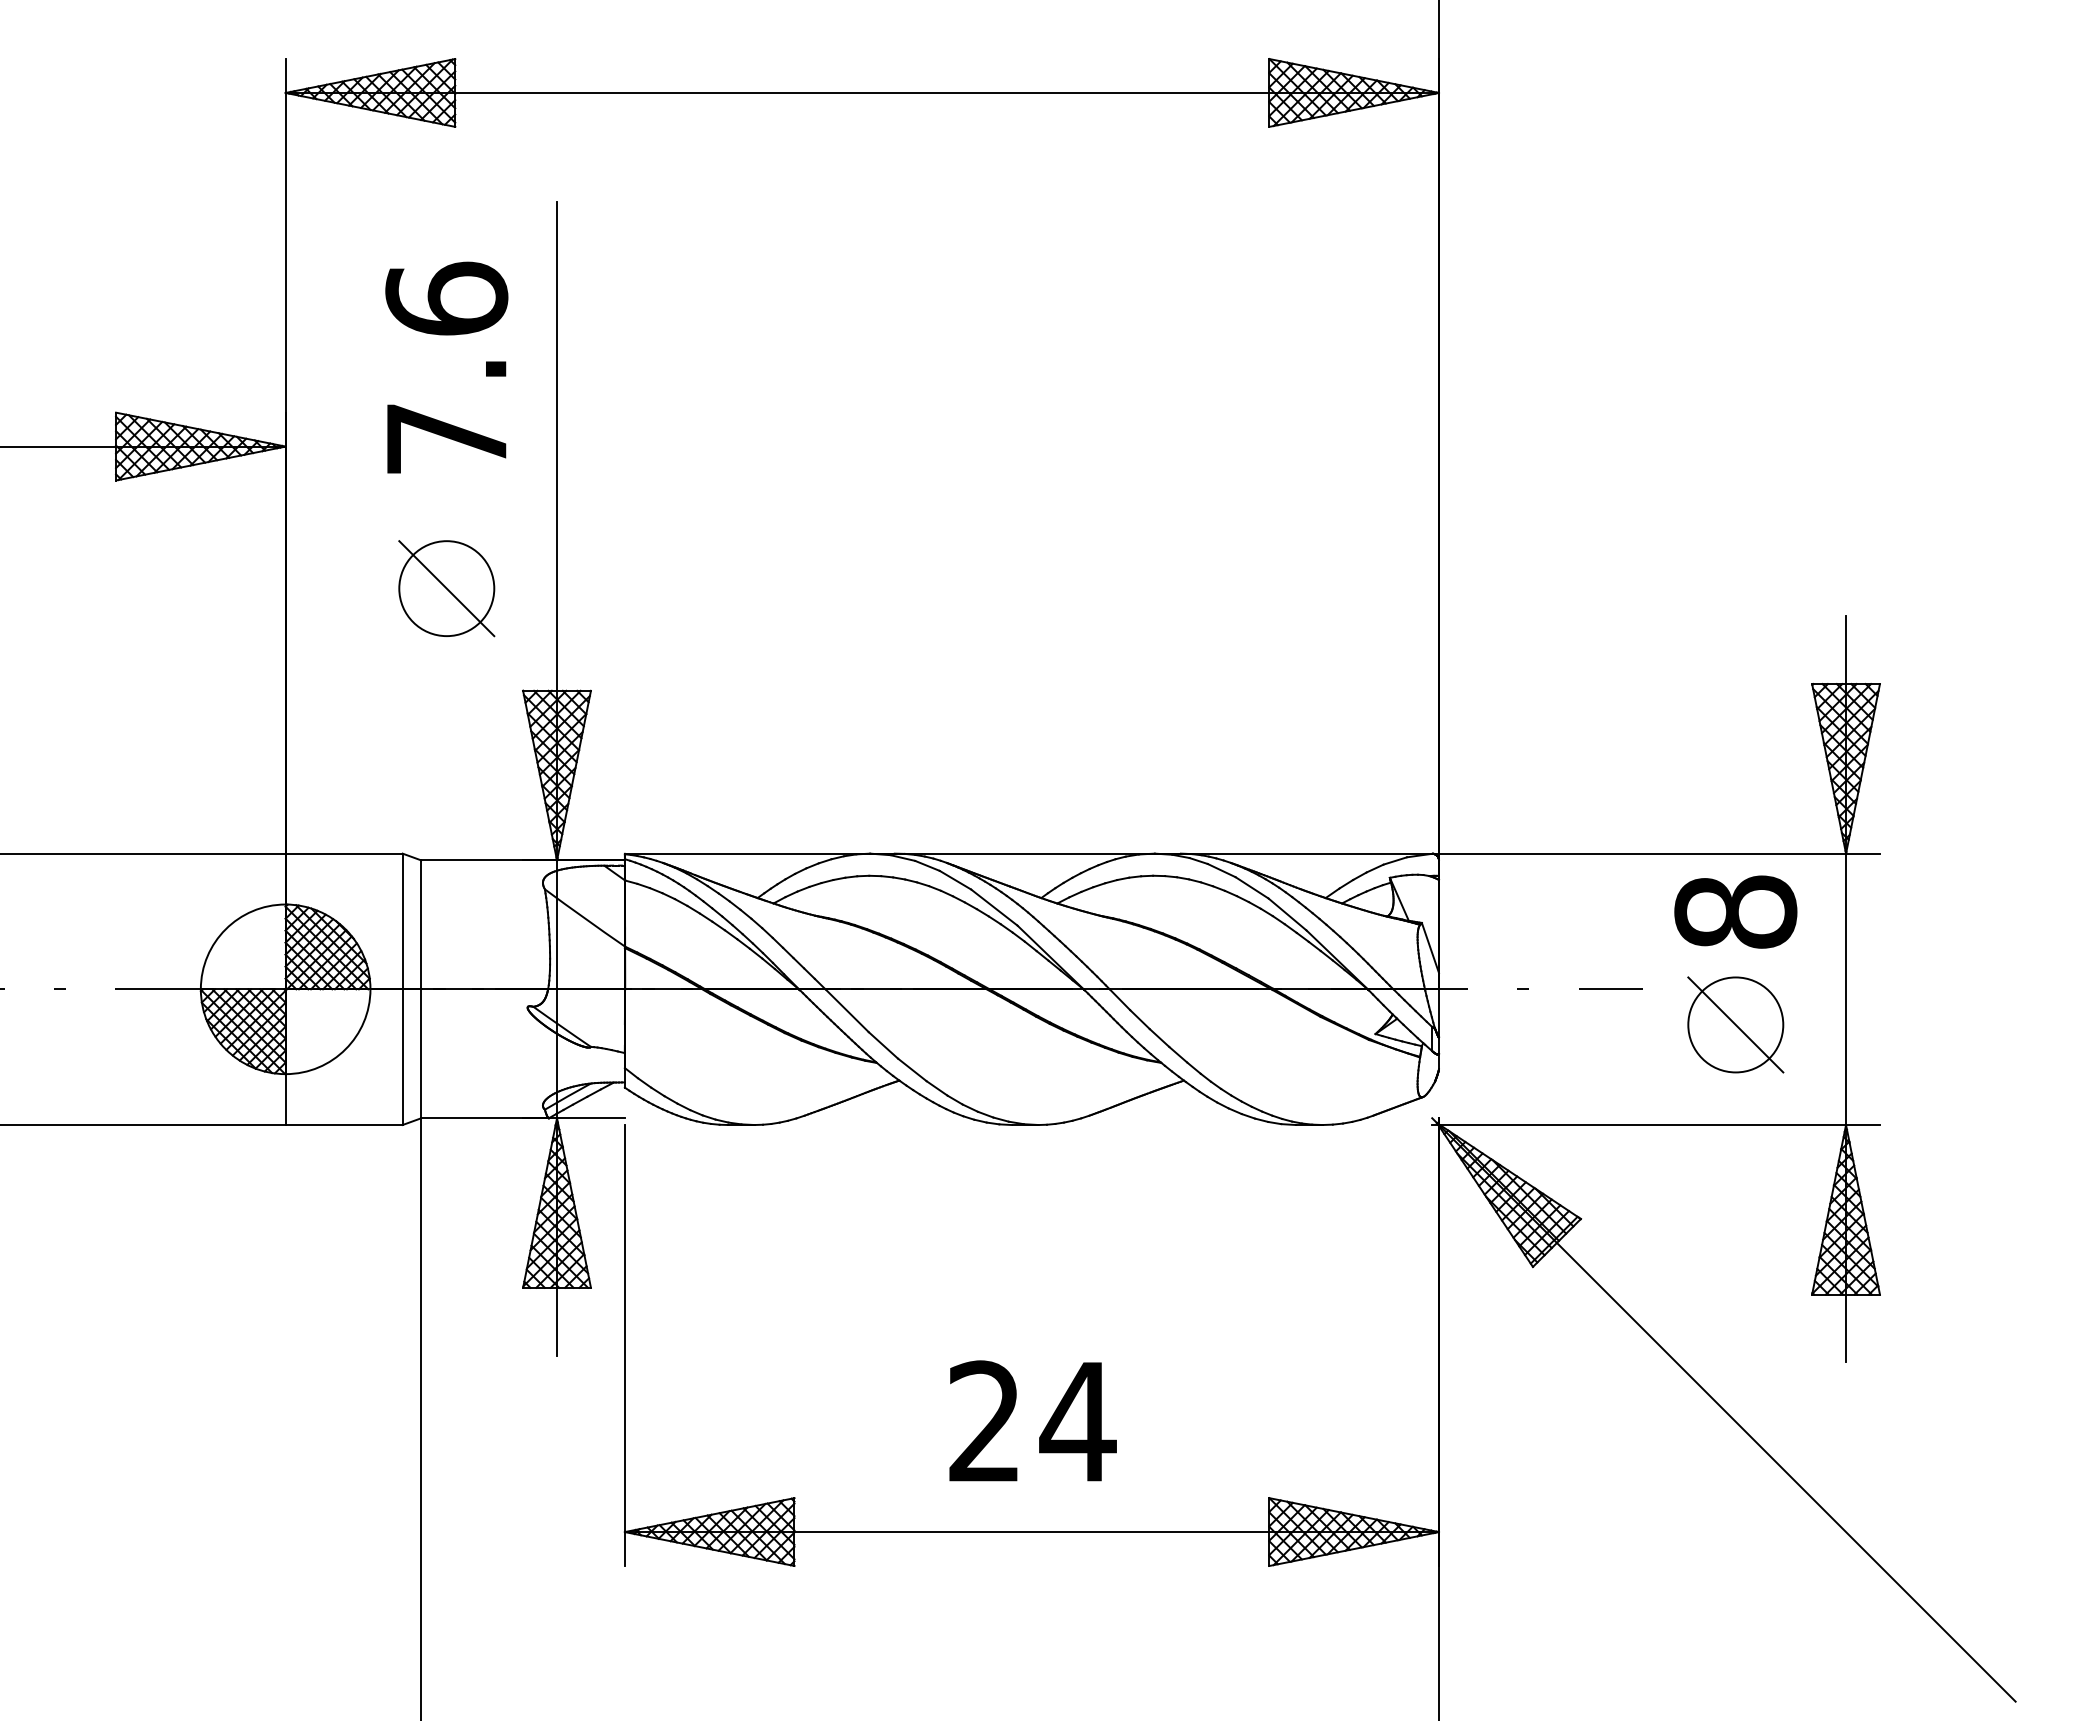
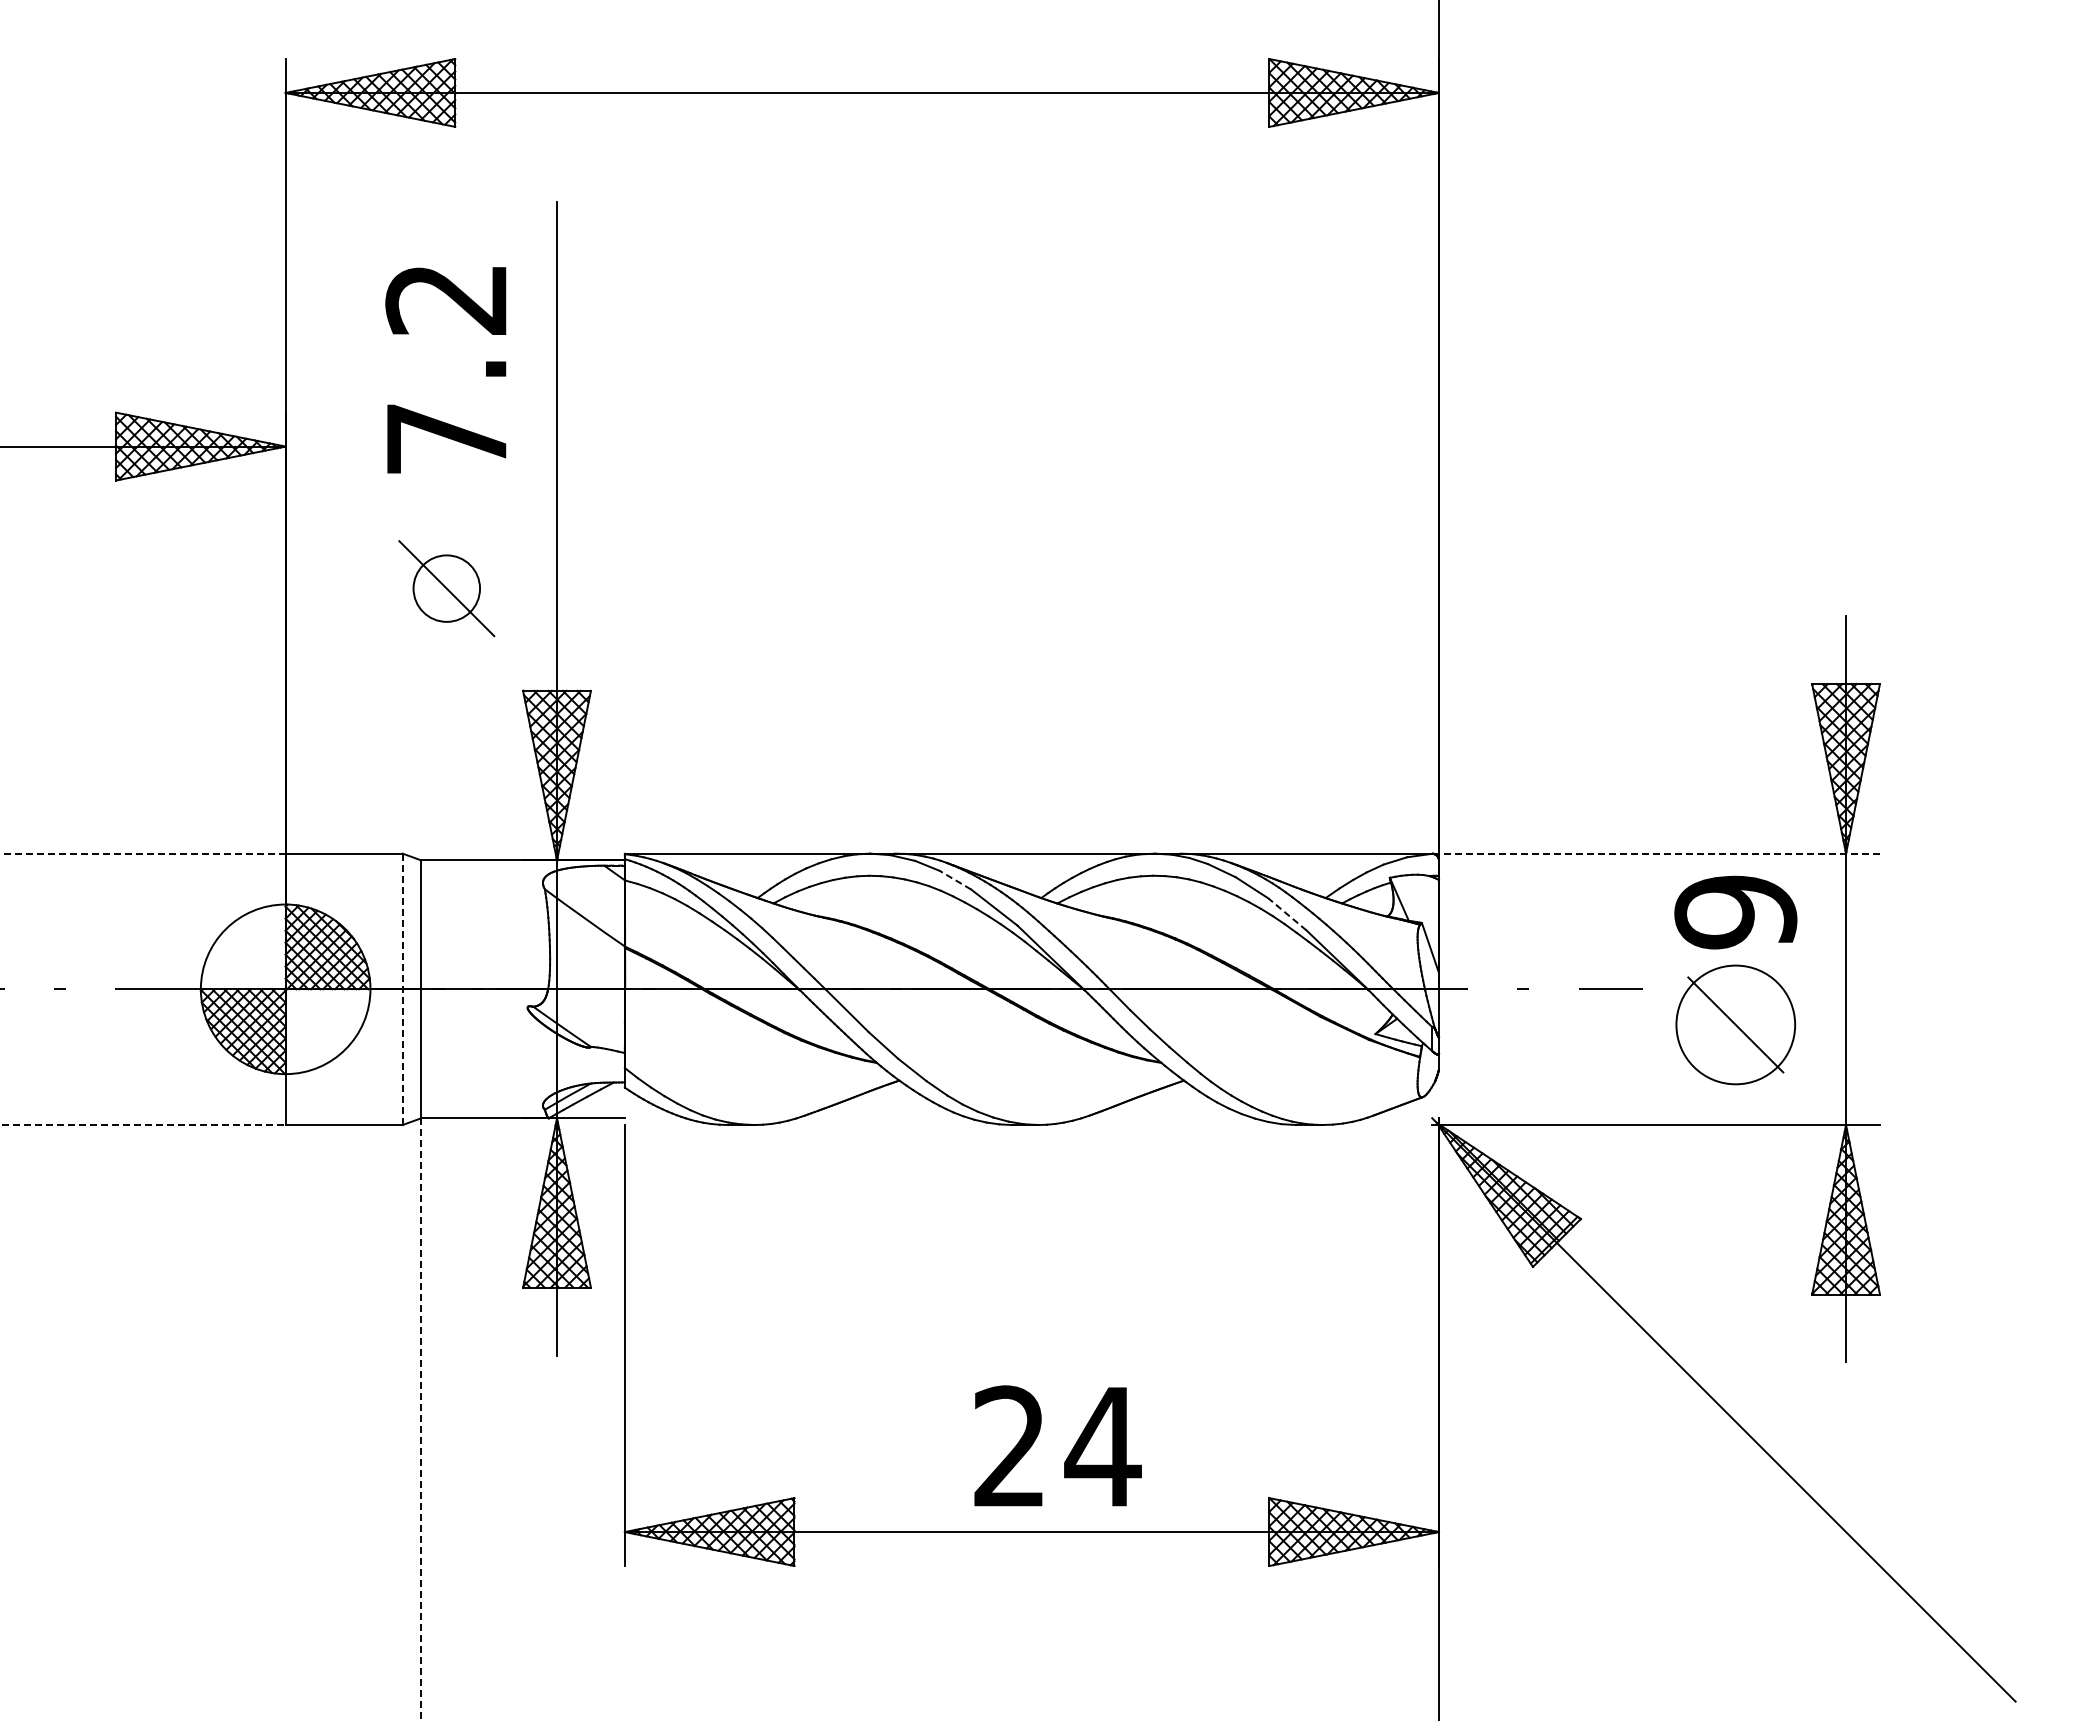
text at (446, 298): 7.6 -> 7.2
circle at (446, 588) diameter: 95 px -> 66 px
line at (142, 853): solid -> dashed
line at (1656, 853): solid -> dashed
line at (955, 879): solid -> dashed
text at (1735, 912): 8 -> 9
line at (1287, 914): solid -> dashed
line at (402, 989): solid -> dashed
circle at (1735, 1024) diameter: 95 px -> 119 px
line at (143, 1125): solid -> dashed
line at (421, 1419): solid -> dashed
text at (1032, 1420) position: (1032, 1420) -> (1057, 1445)
